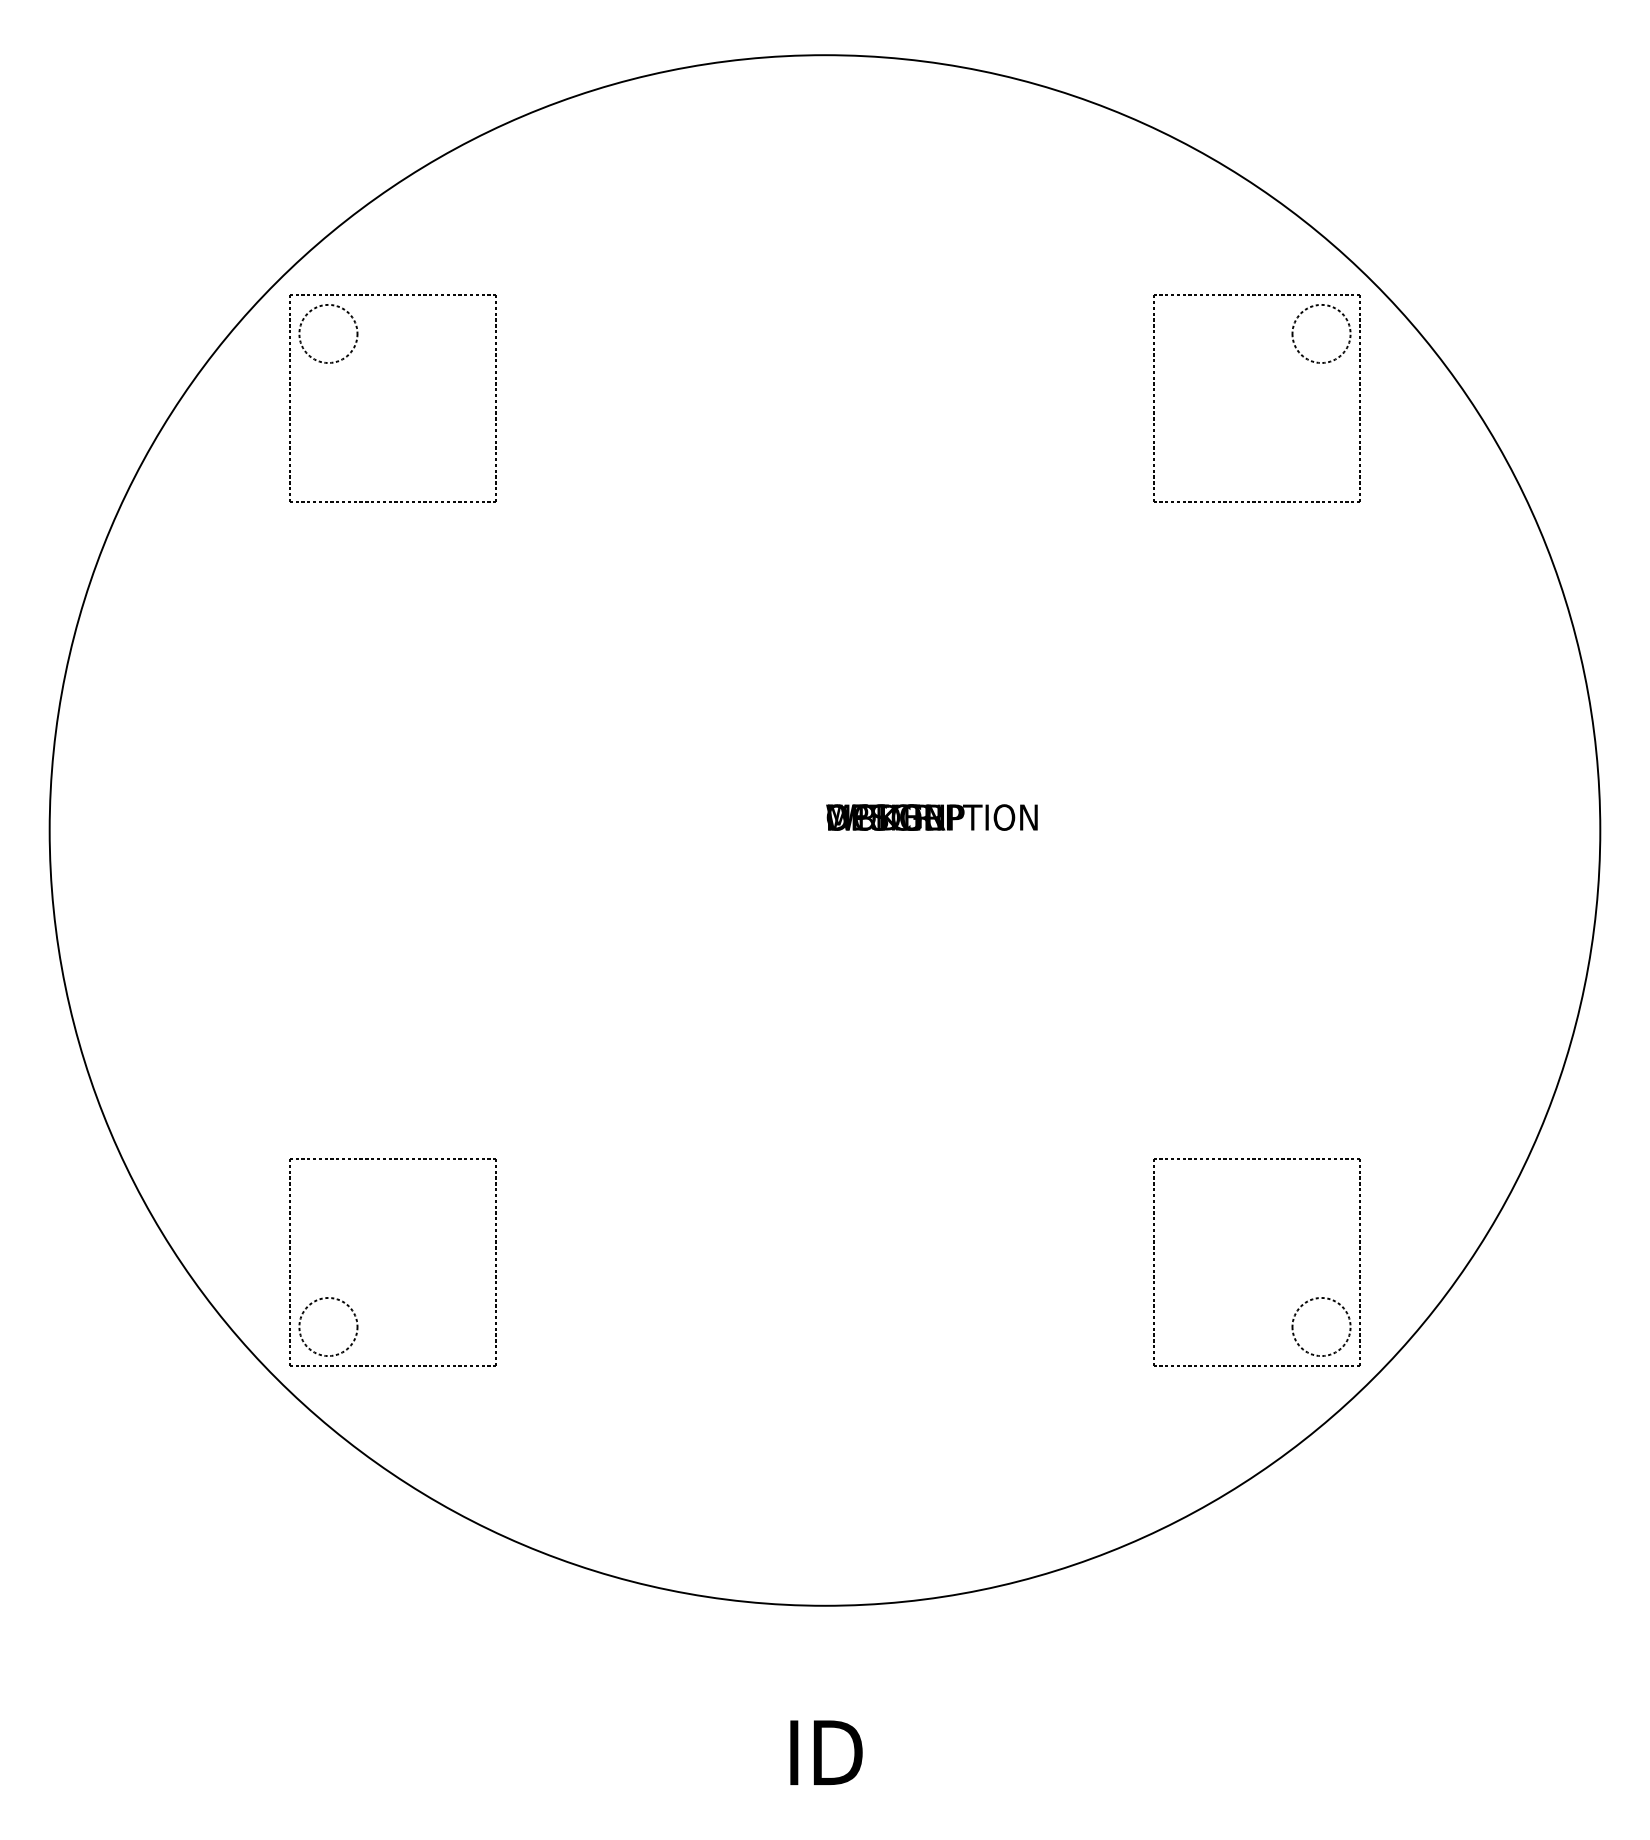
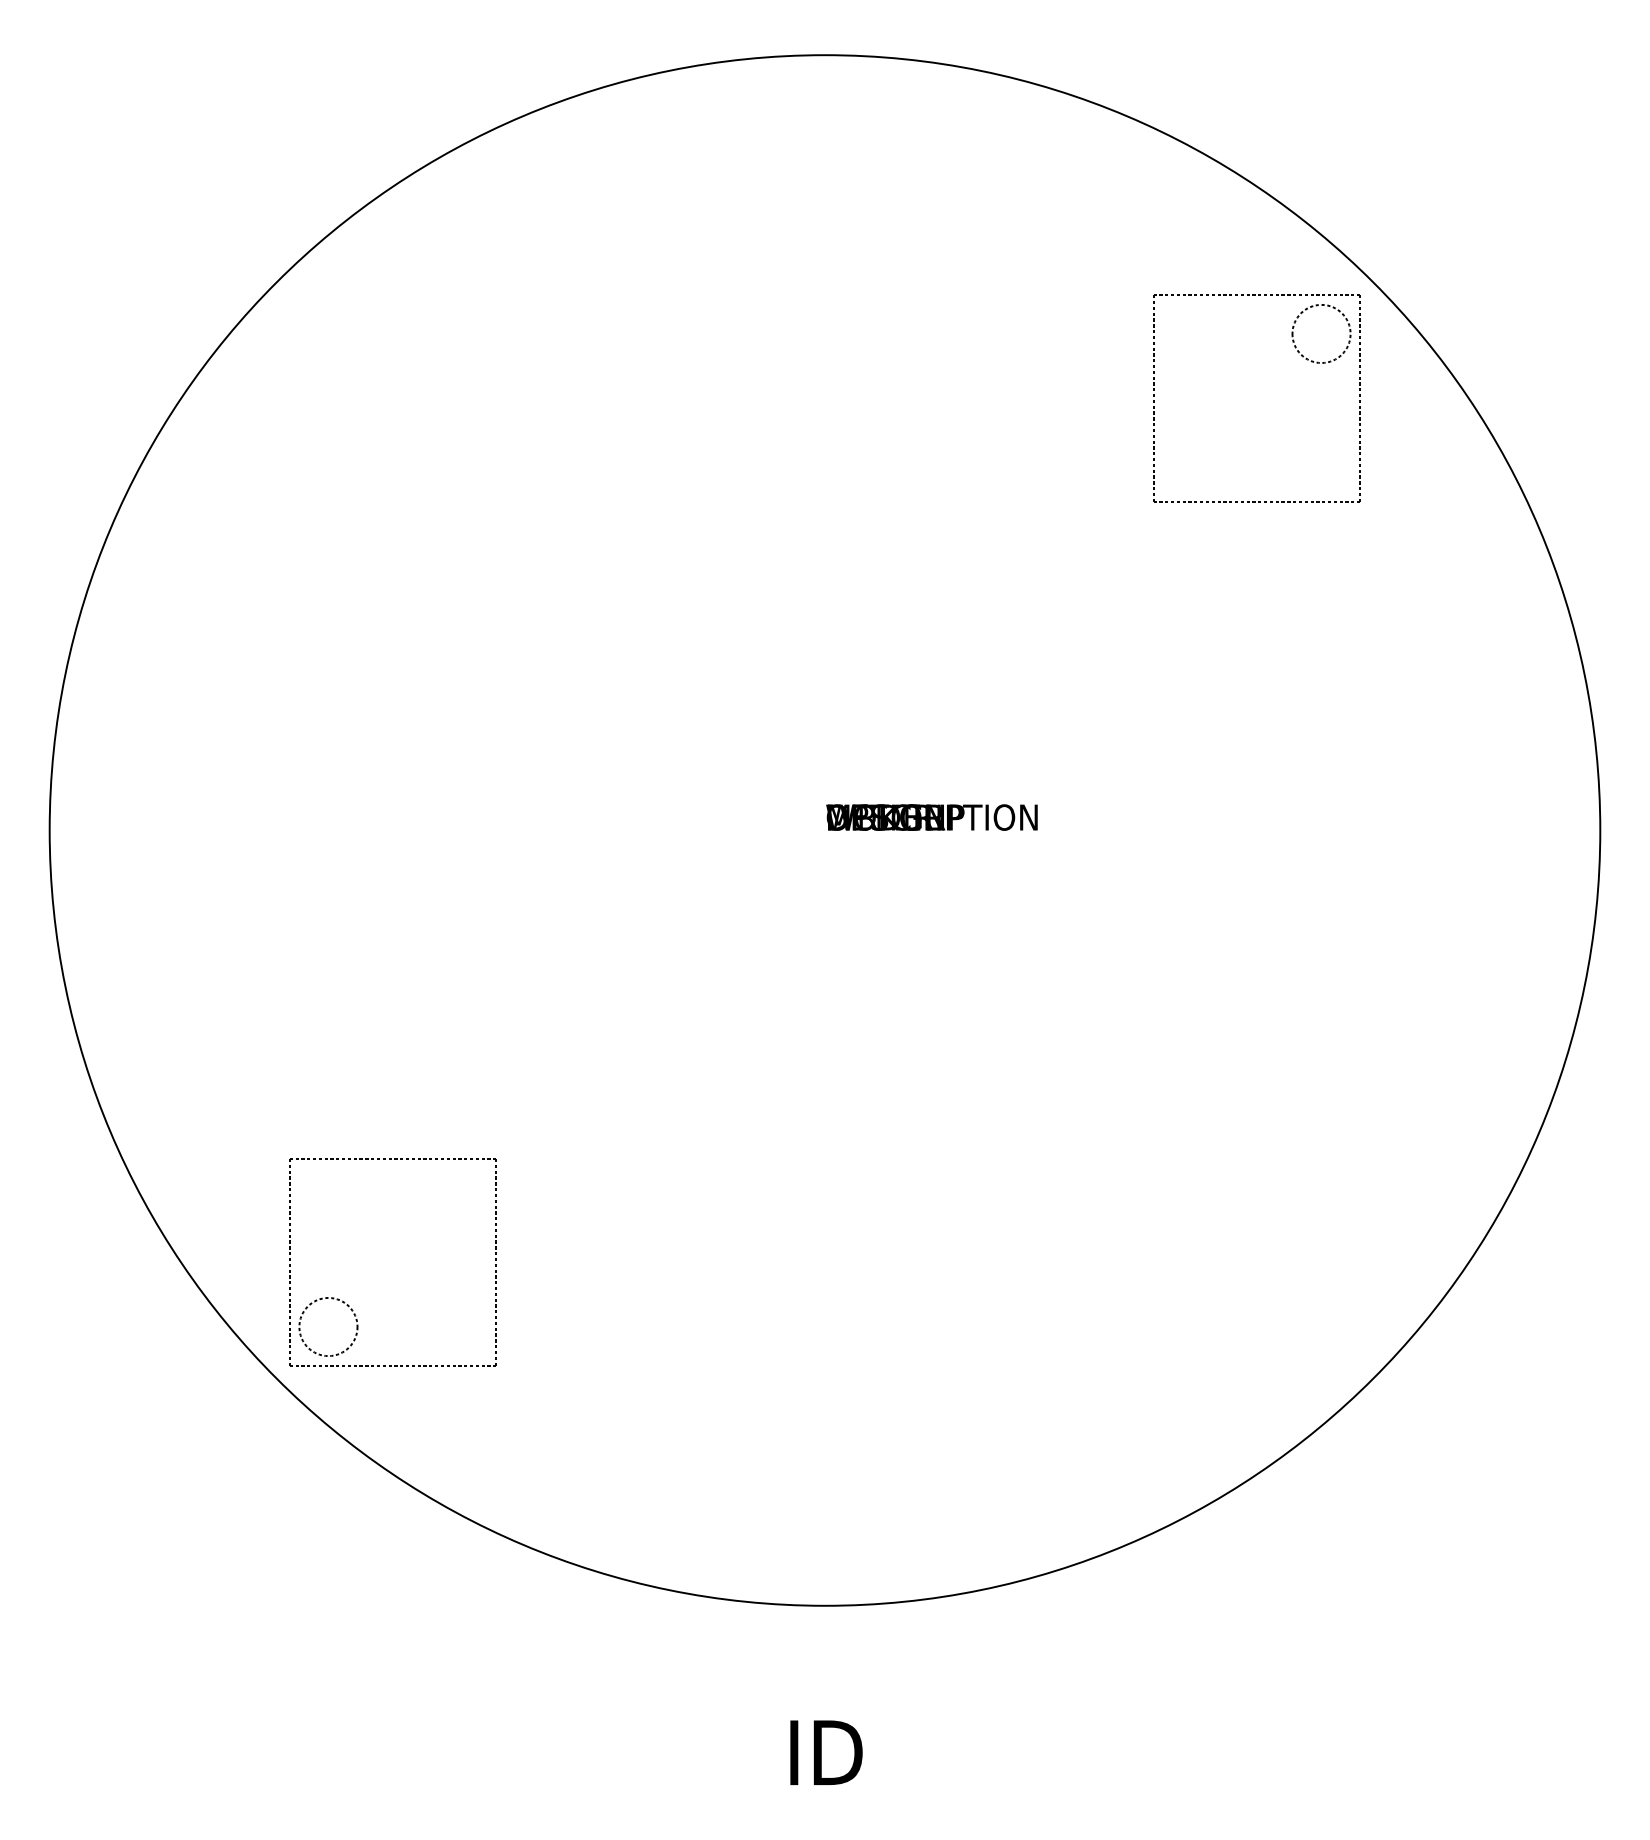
part at (349, 355): present -> none
part at (1300, 1305): present -> none
